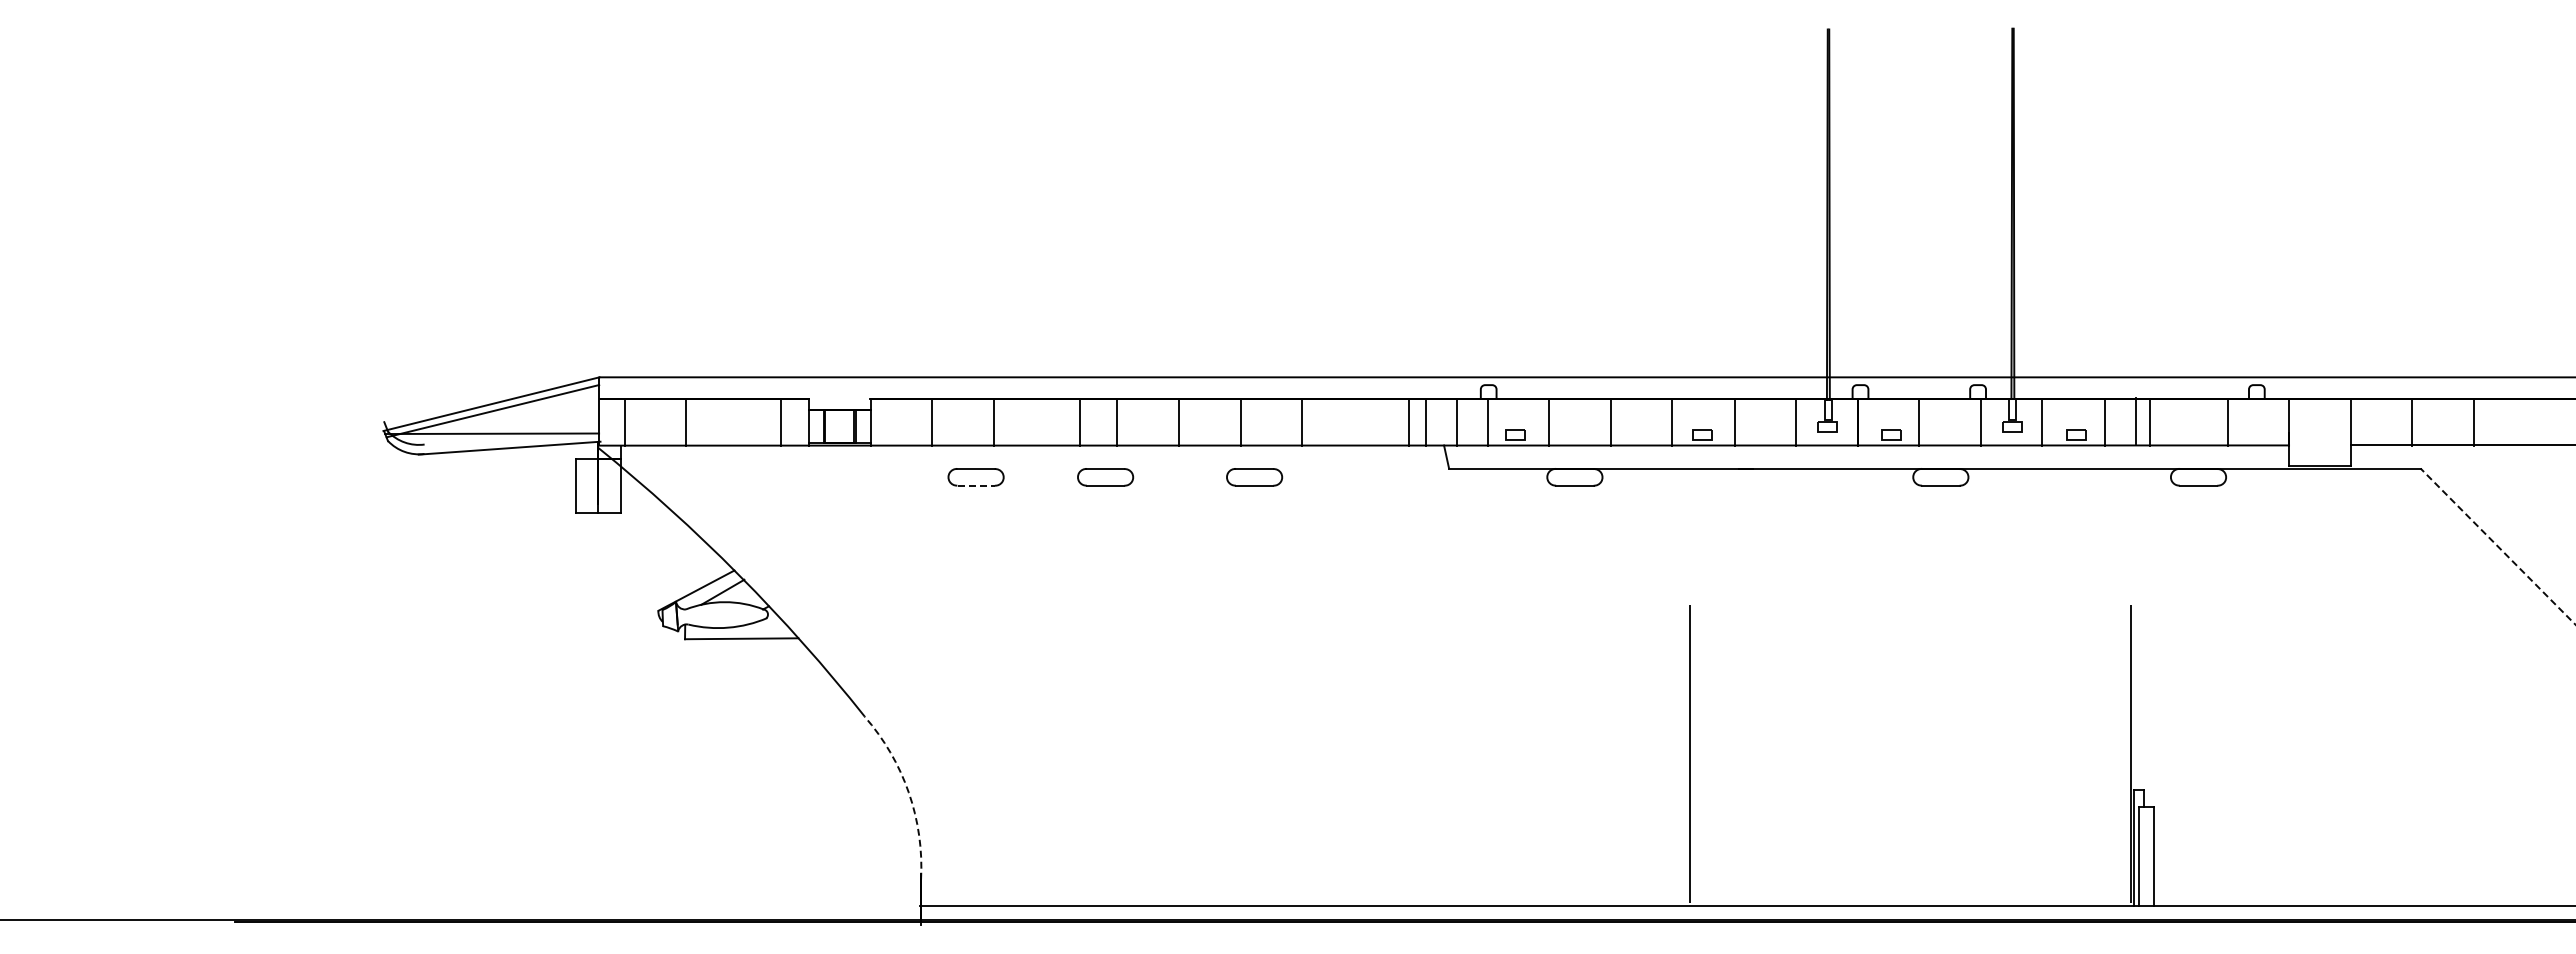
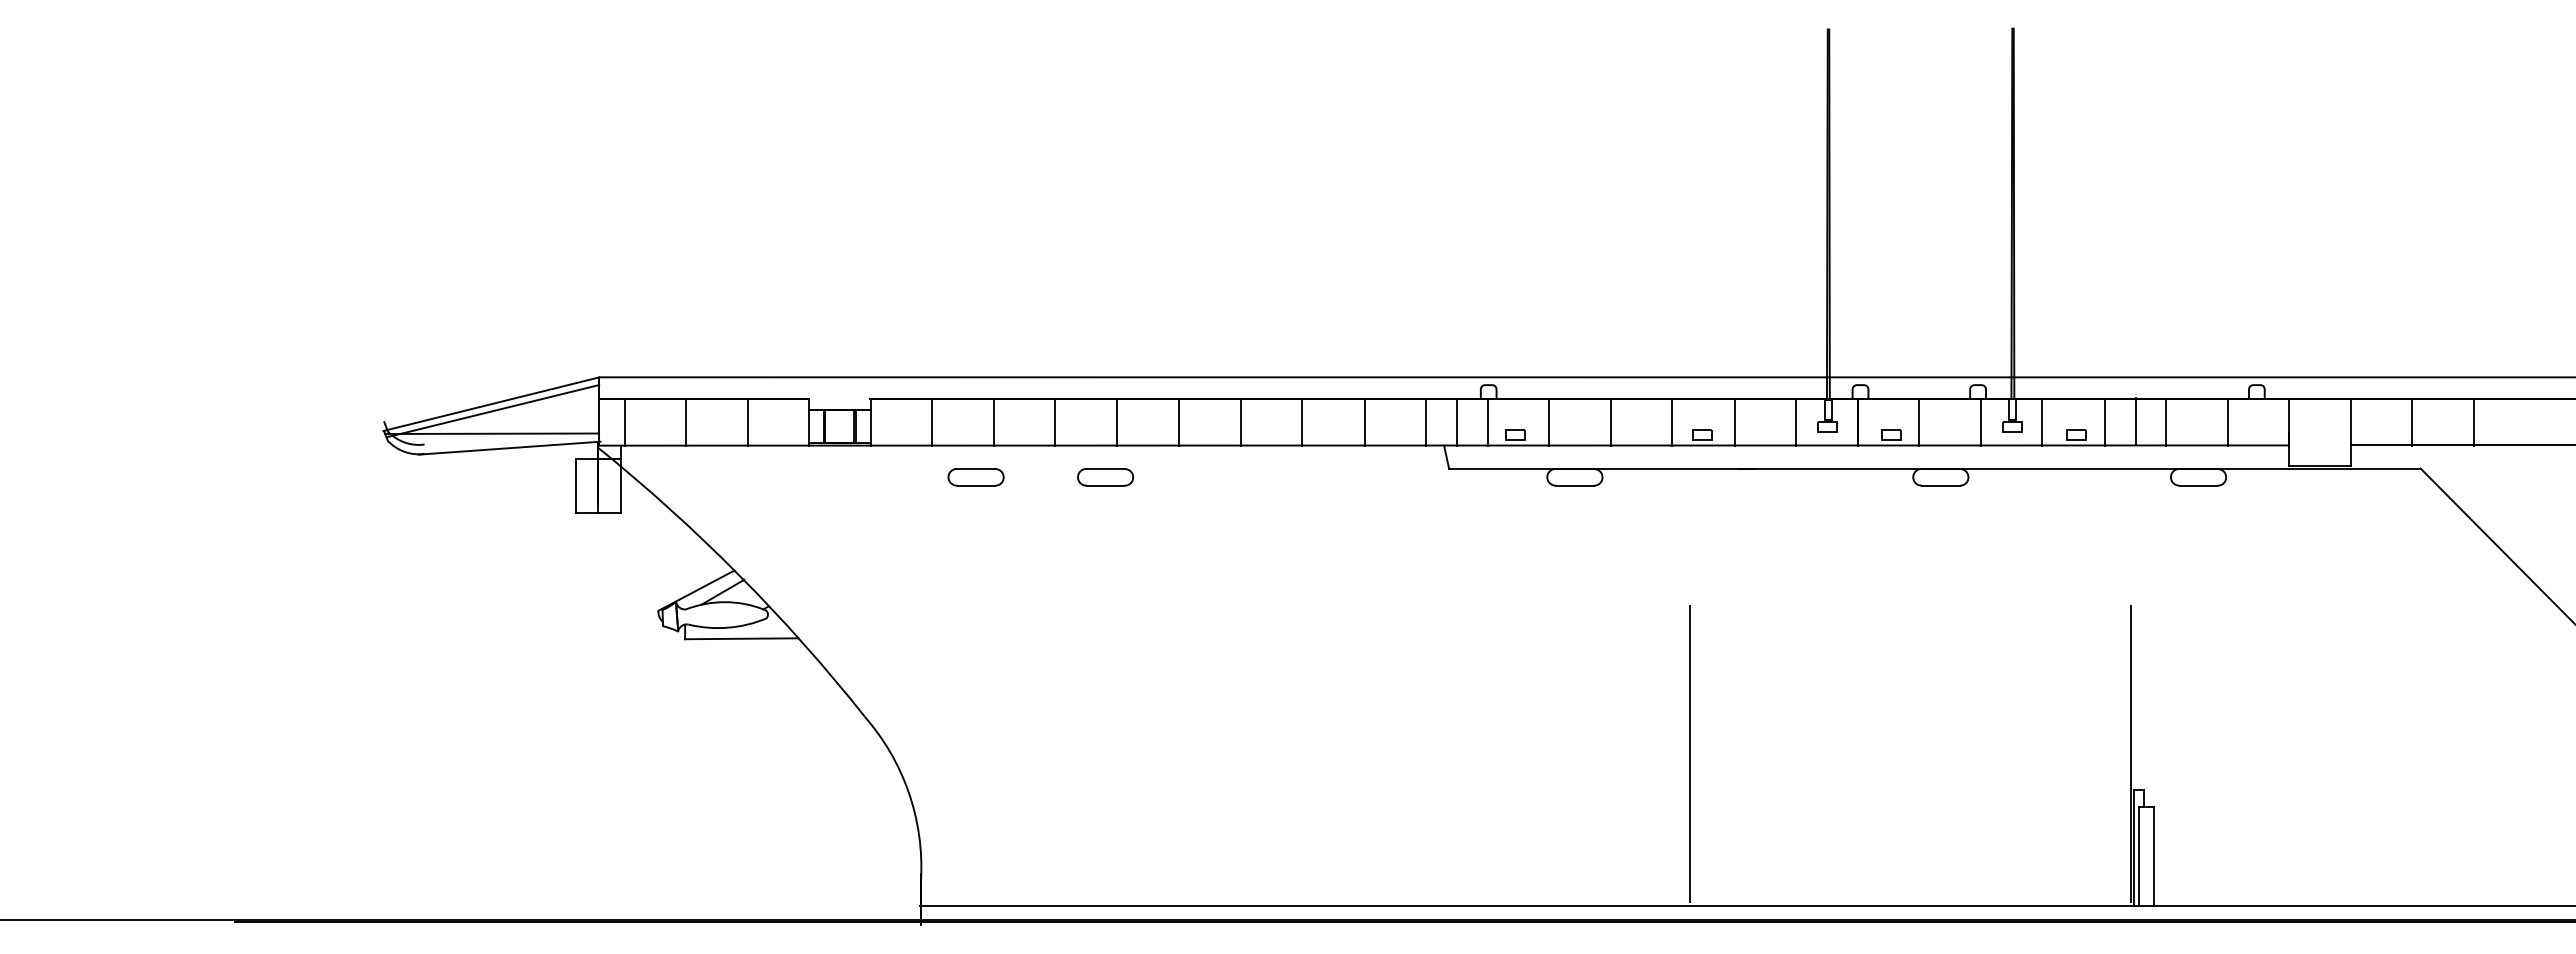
line at (780, 421) position: (780, 421) -> (747, 421)
line at (1080, 421) position: (1080, 421) -> (1055, 421)
line at (1408, 421) position: (1408, 421) -> (1364, 421)
line at (2149, 421) position: (2149, 421) -> (2165, 421)
part at (1254, 477): present -> none
line at (976, 485): dashed -> solid
line at (2498, 546): dashed -> solid
arc at (908, 792): dashed -> solid
